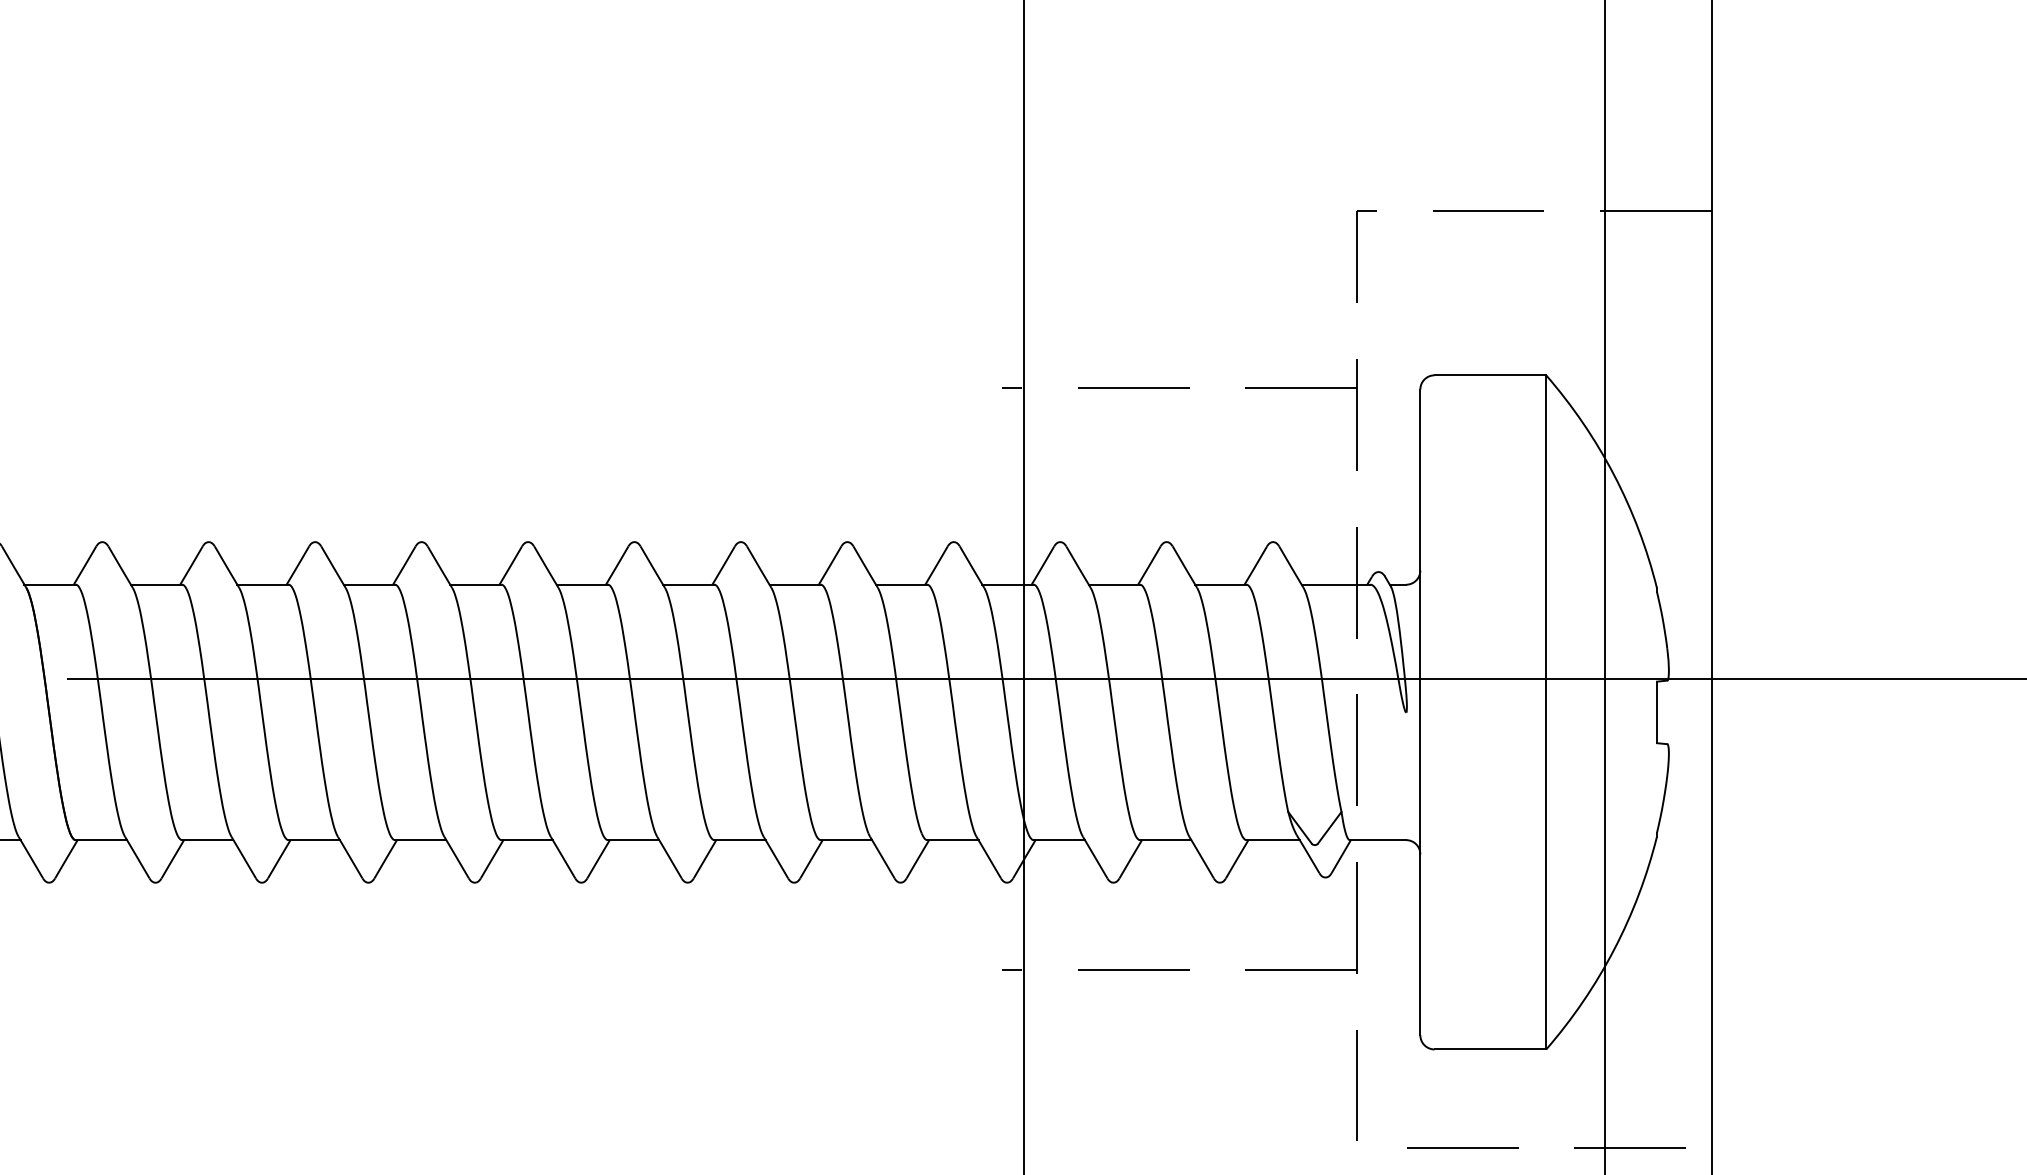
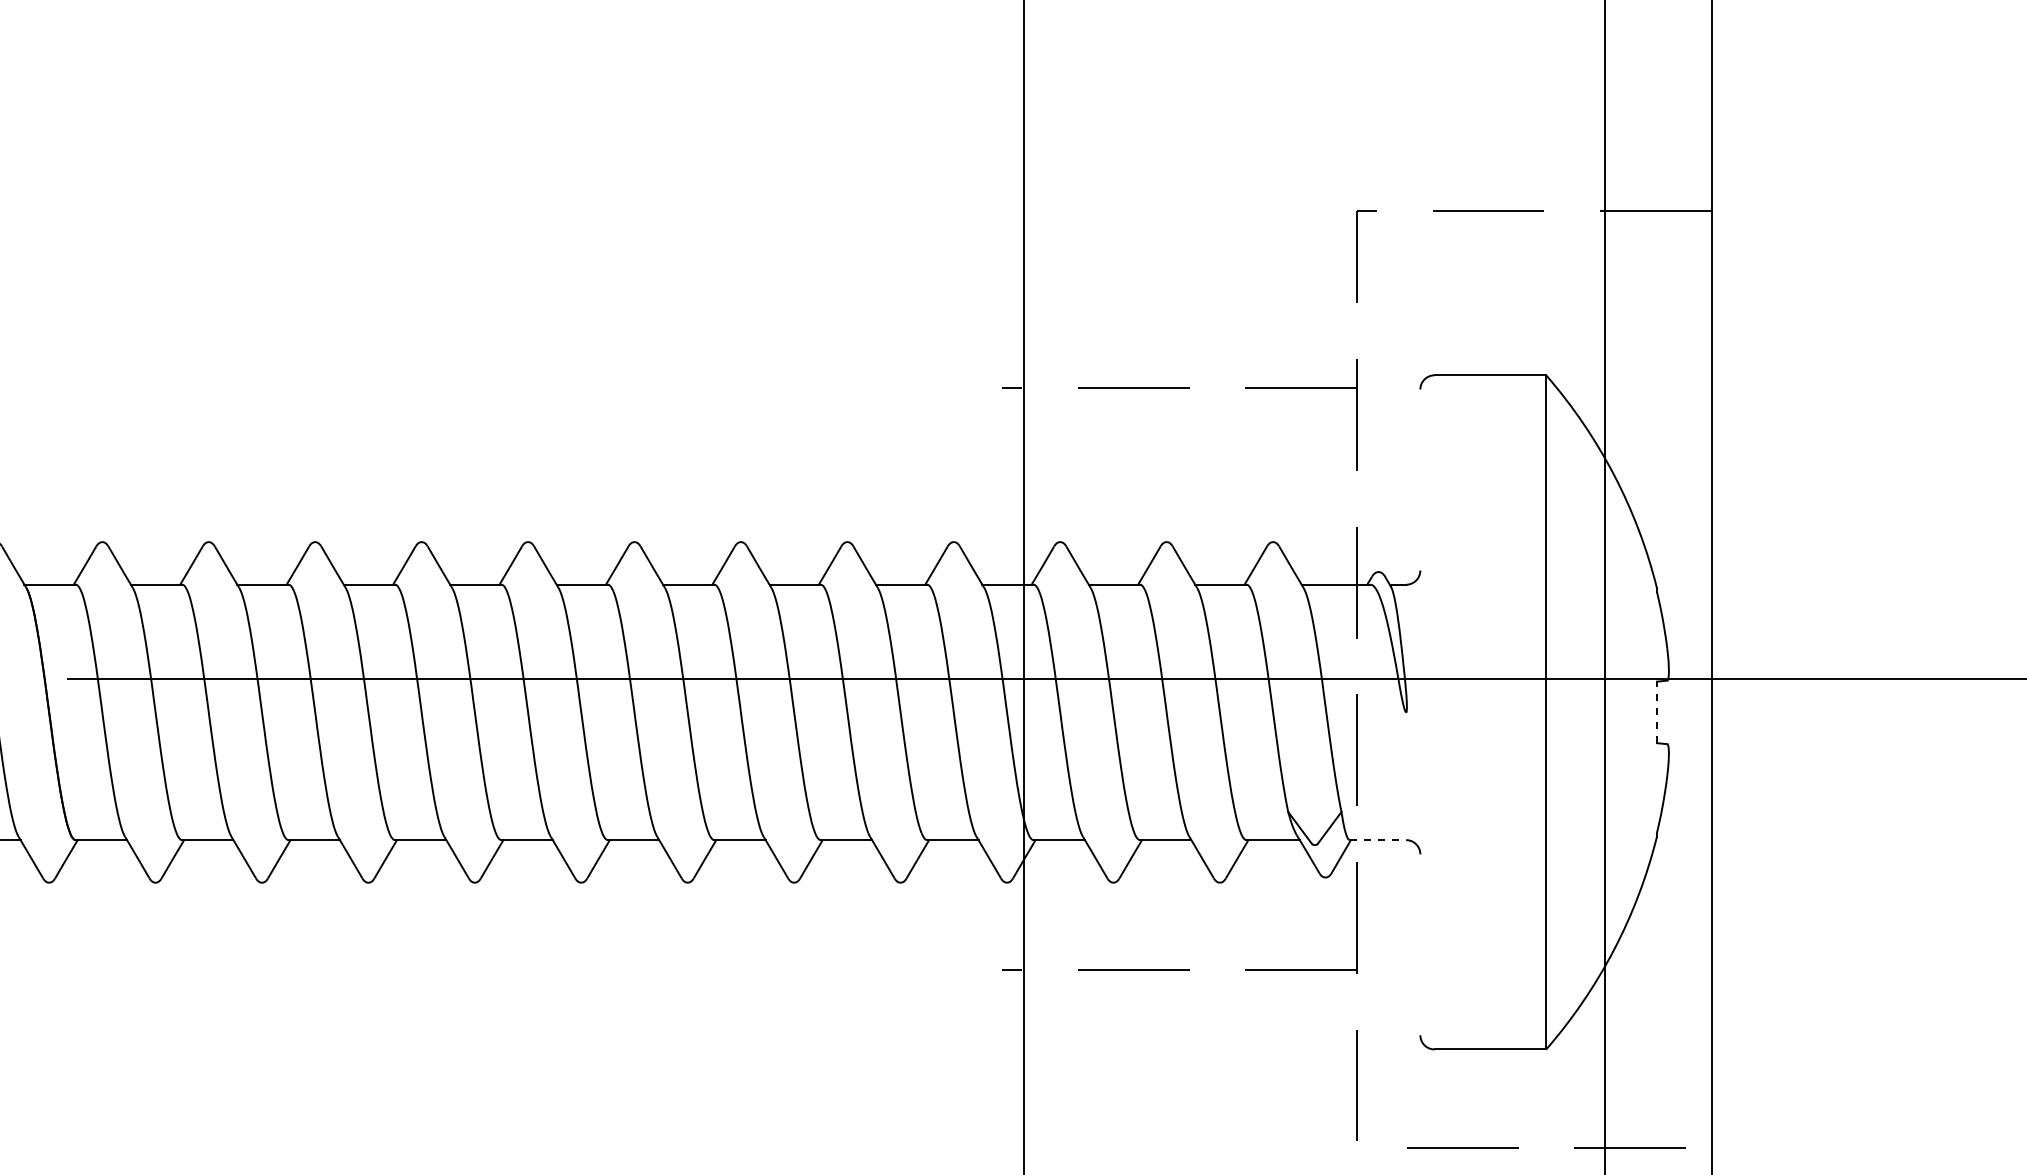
line at (1420, 712): present -> none
line at (1657, 712): solid -> dashed
line at (1378, 840): solid -> dashed
